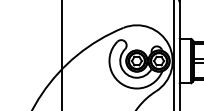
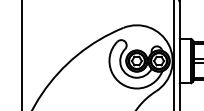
line at (61, 54) position: (61, 54) -> (21, 54)
